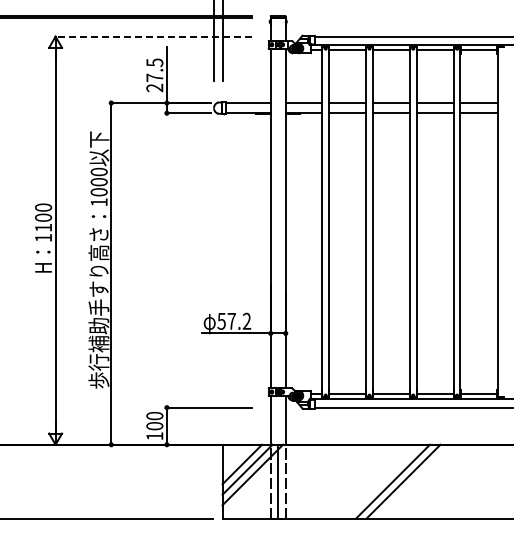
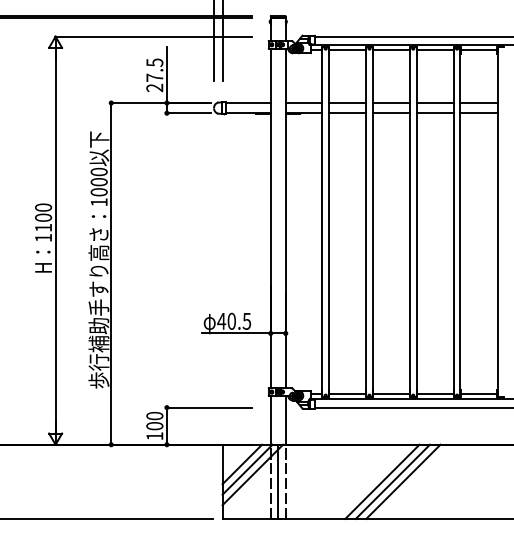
line at (153, 36): dashed -> solid
text at (234, 320): 57.2 -> 40.5
line at (382, 481): none -> present
